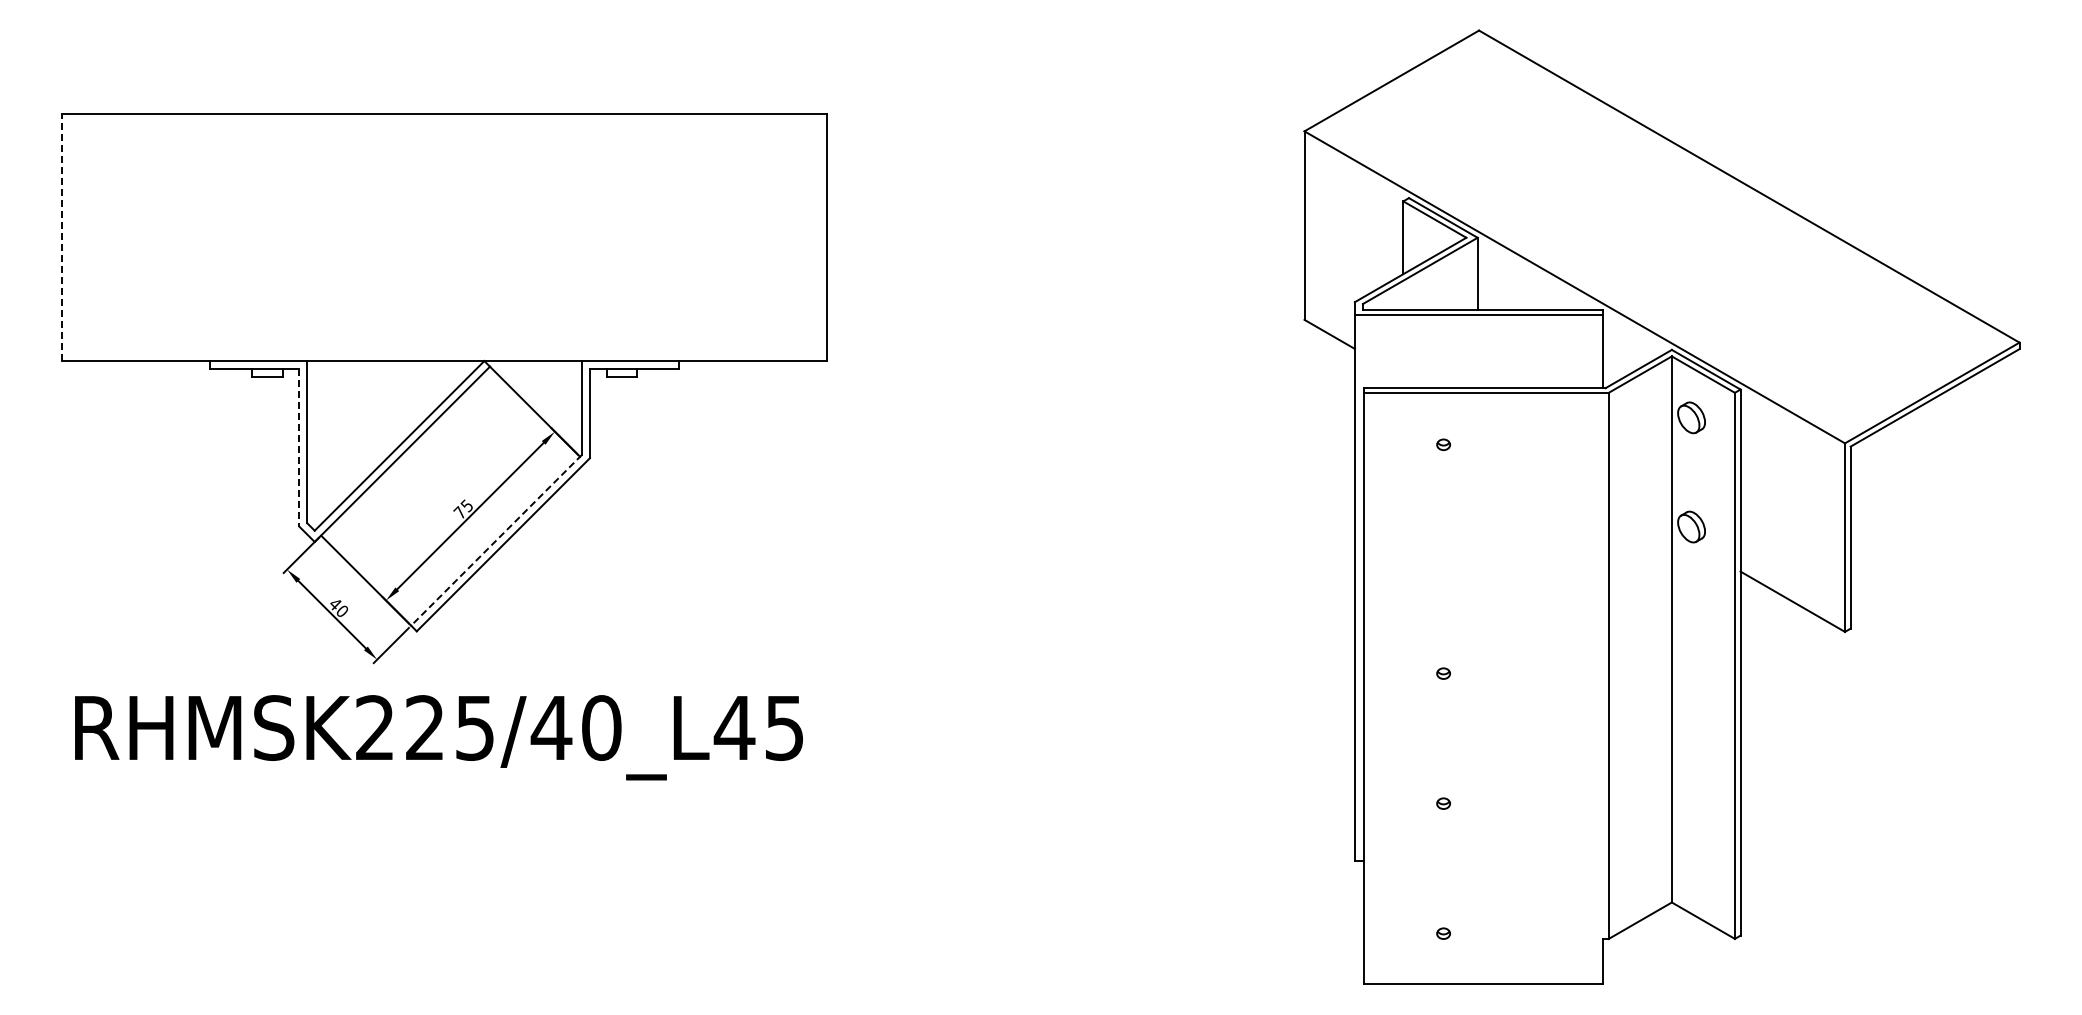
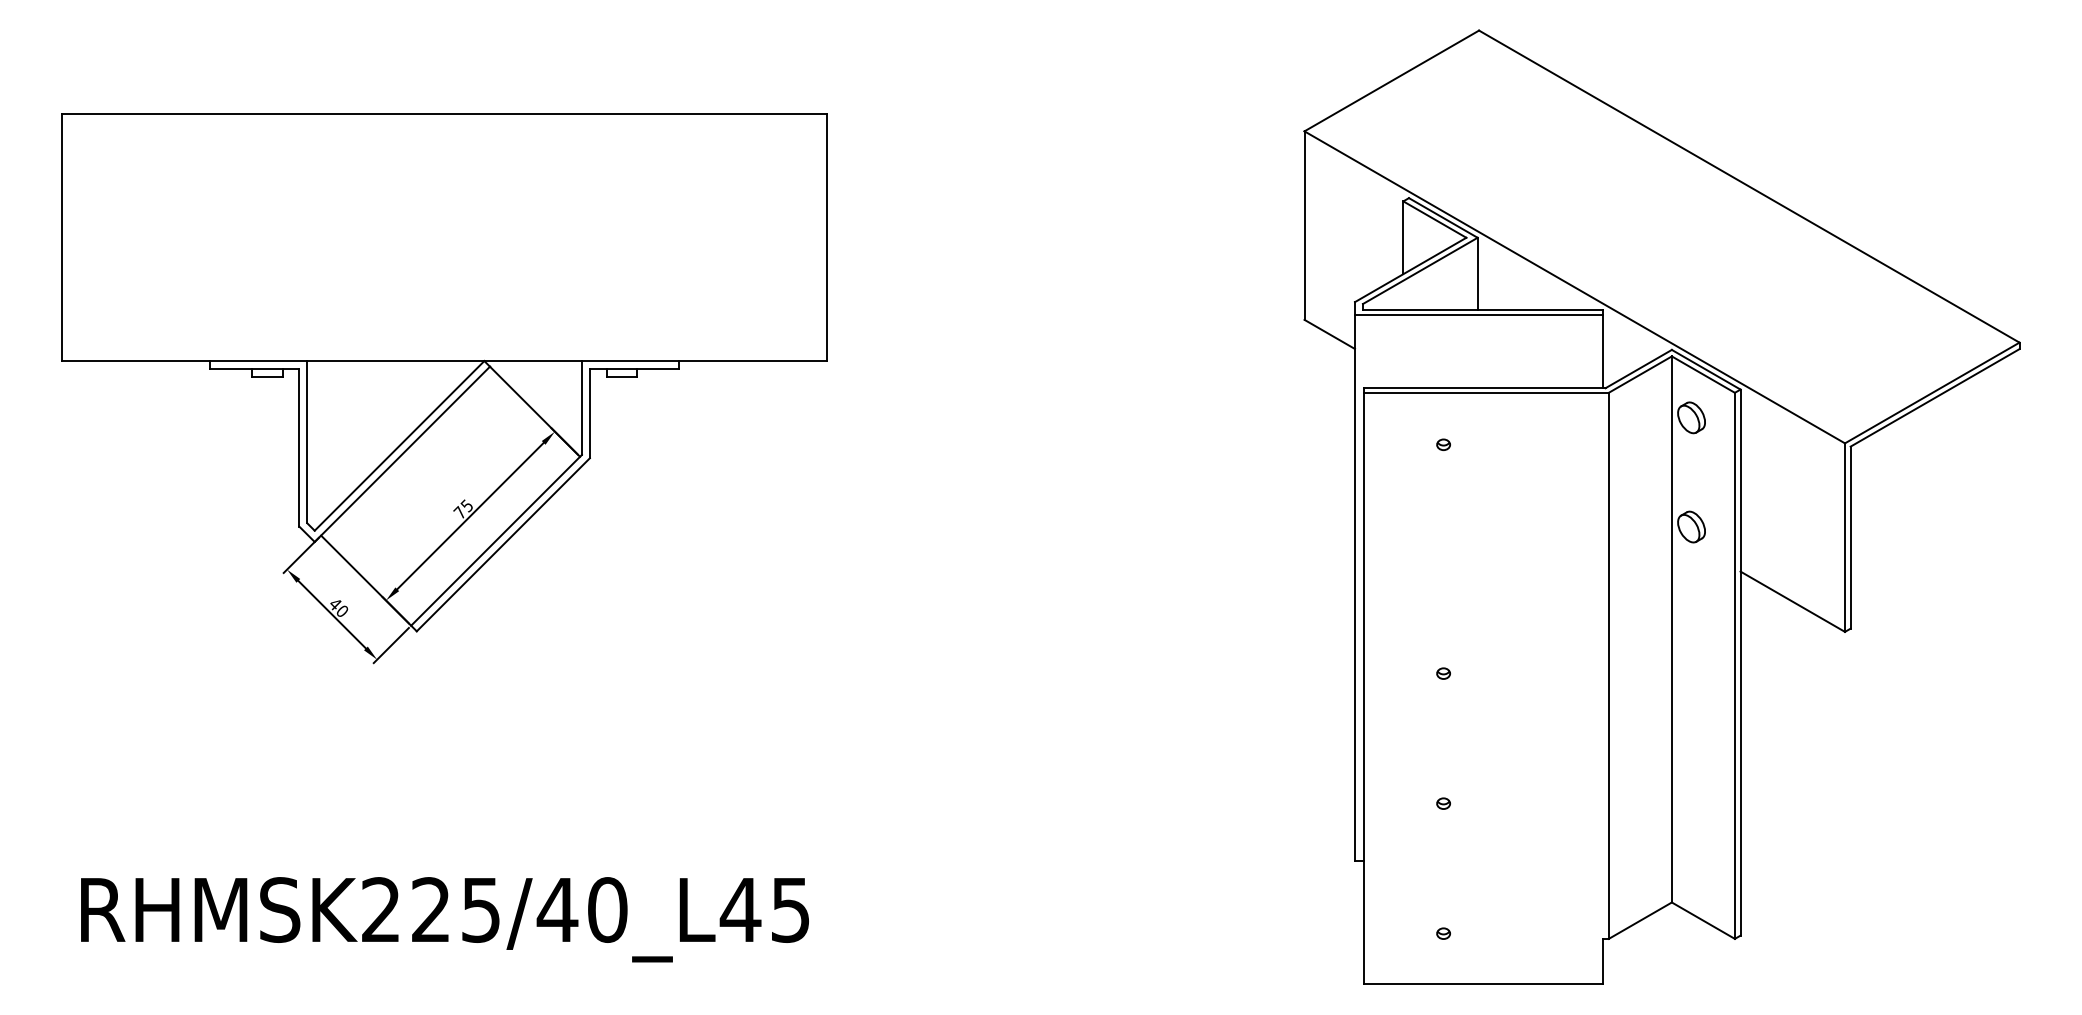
line at (62, 237): dashed -> solid
line at (299, 447): dashed -> solid
line at (496, 540): dashed -> solid
text at (438, 737) position: (438, 737) -> (444, 919)
